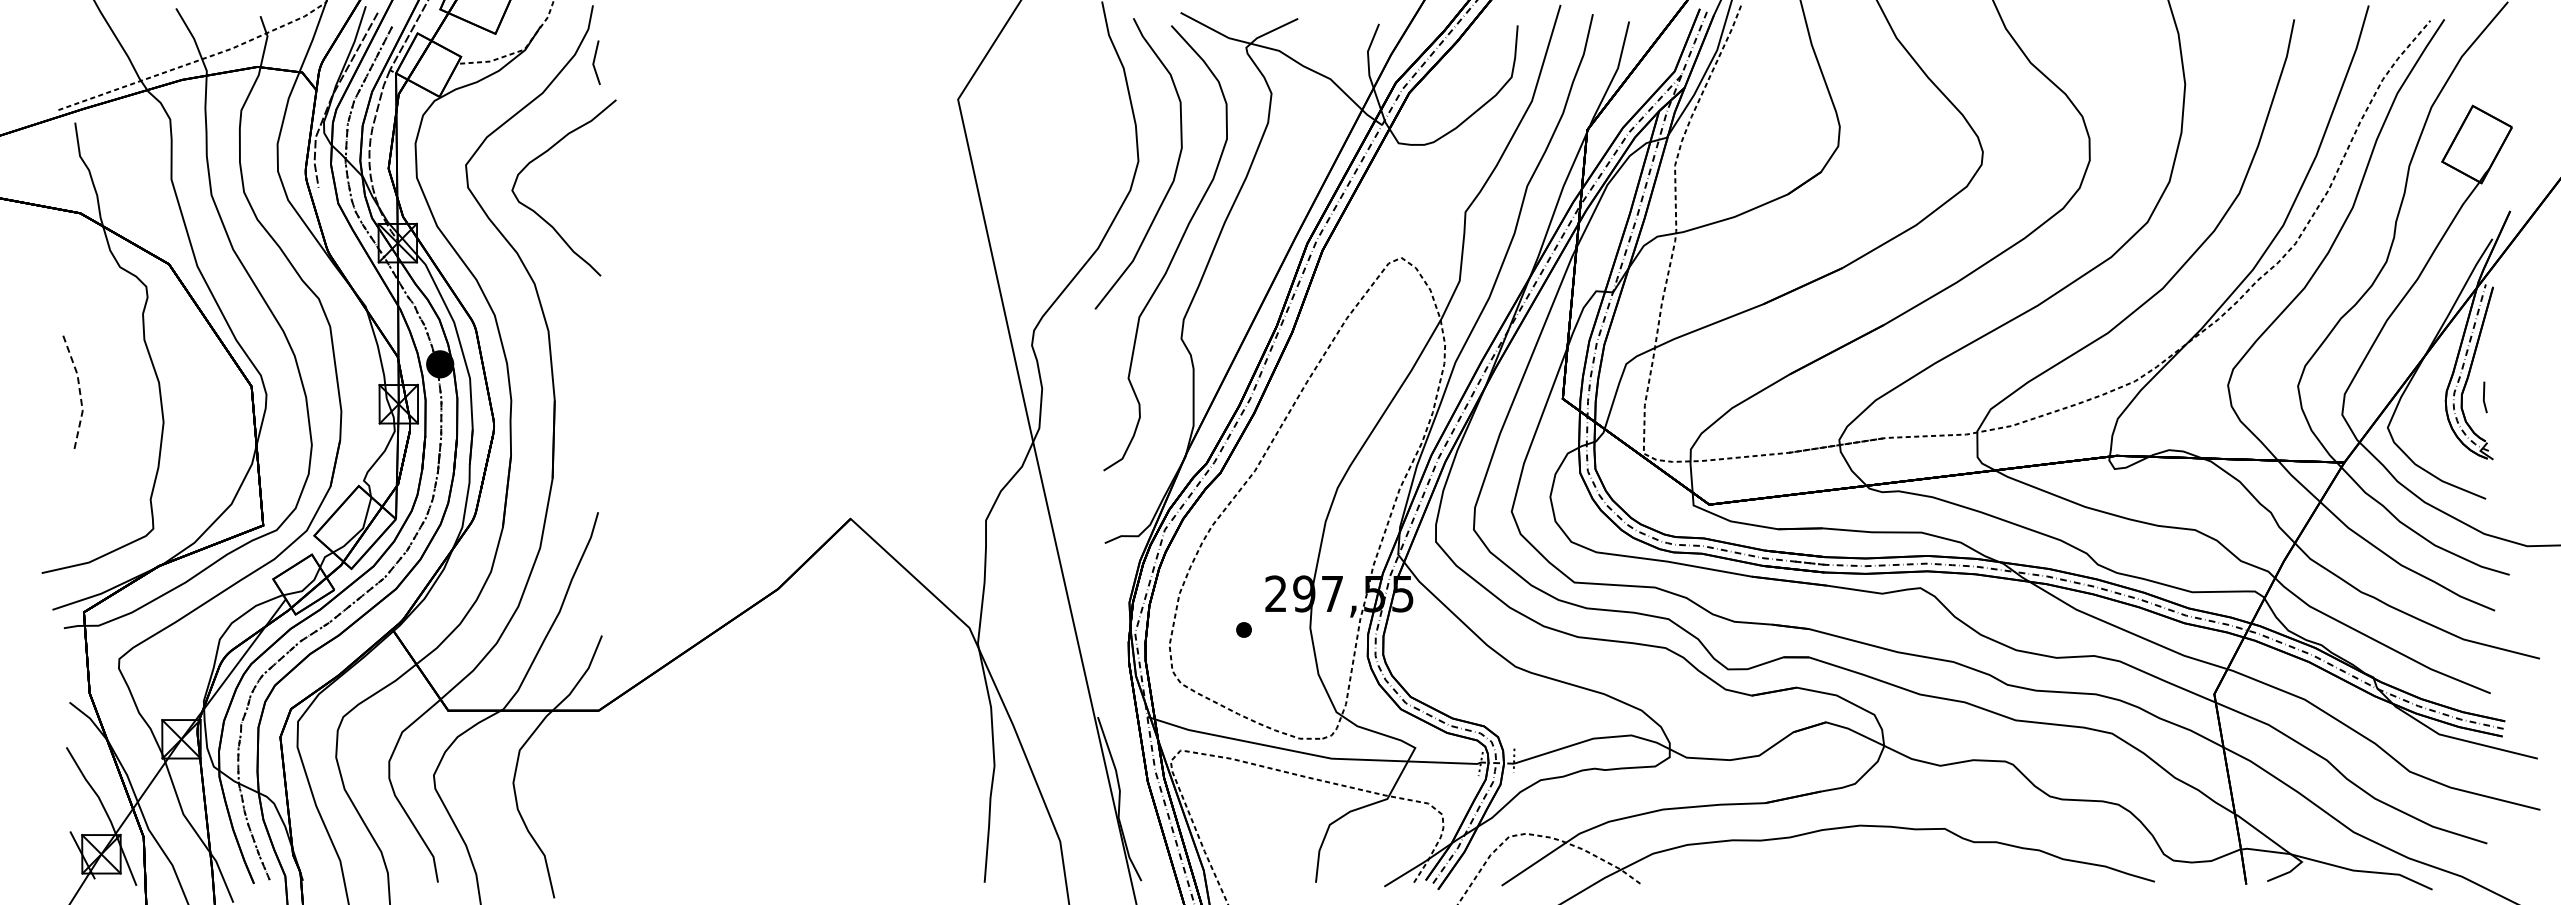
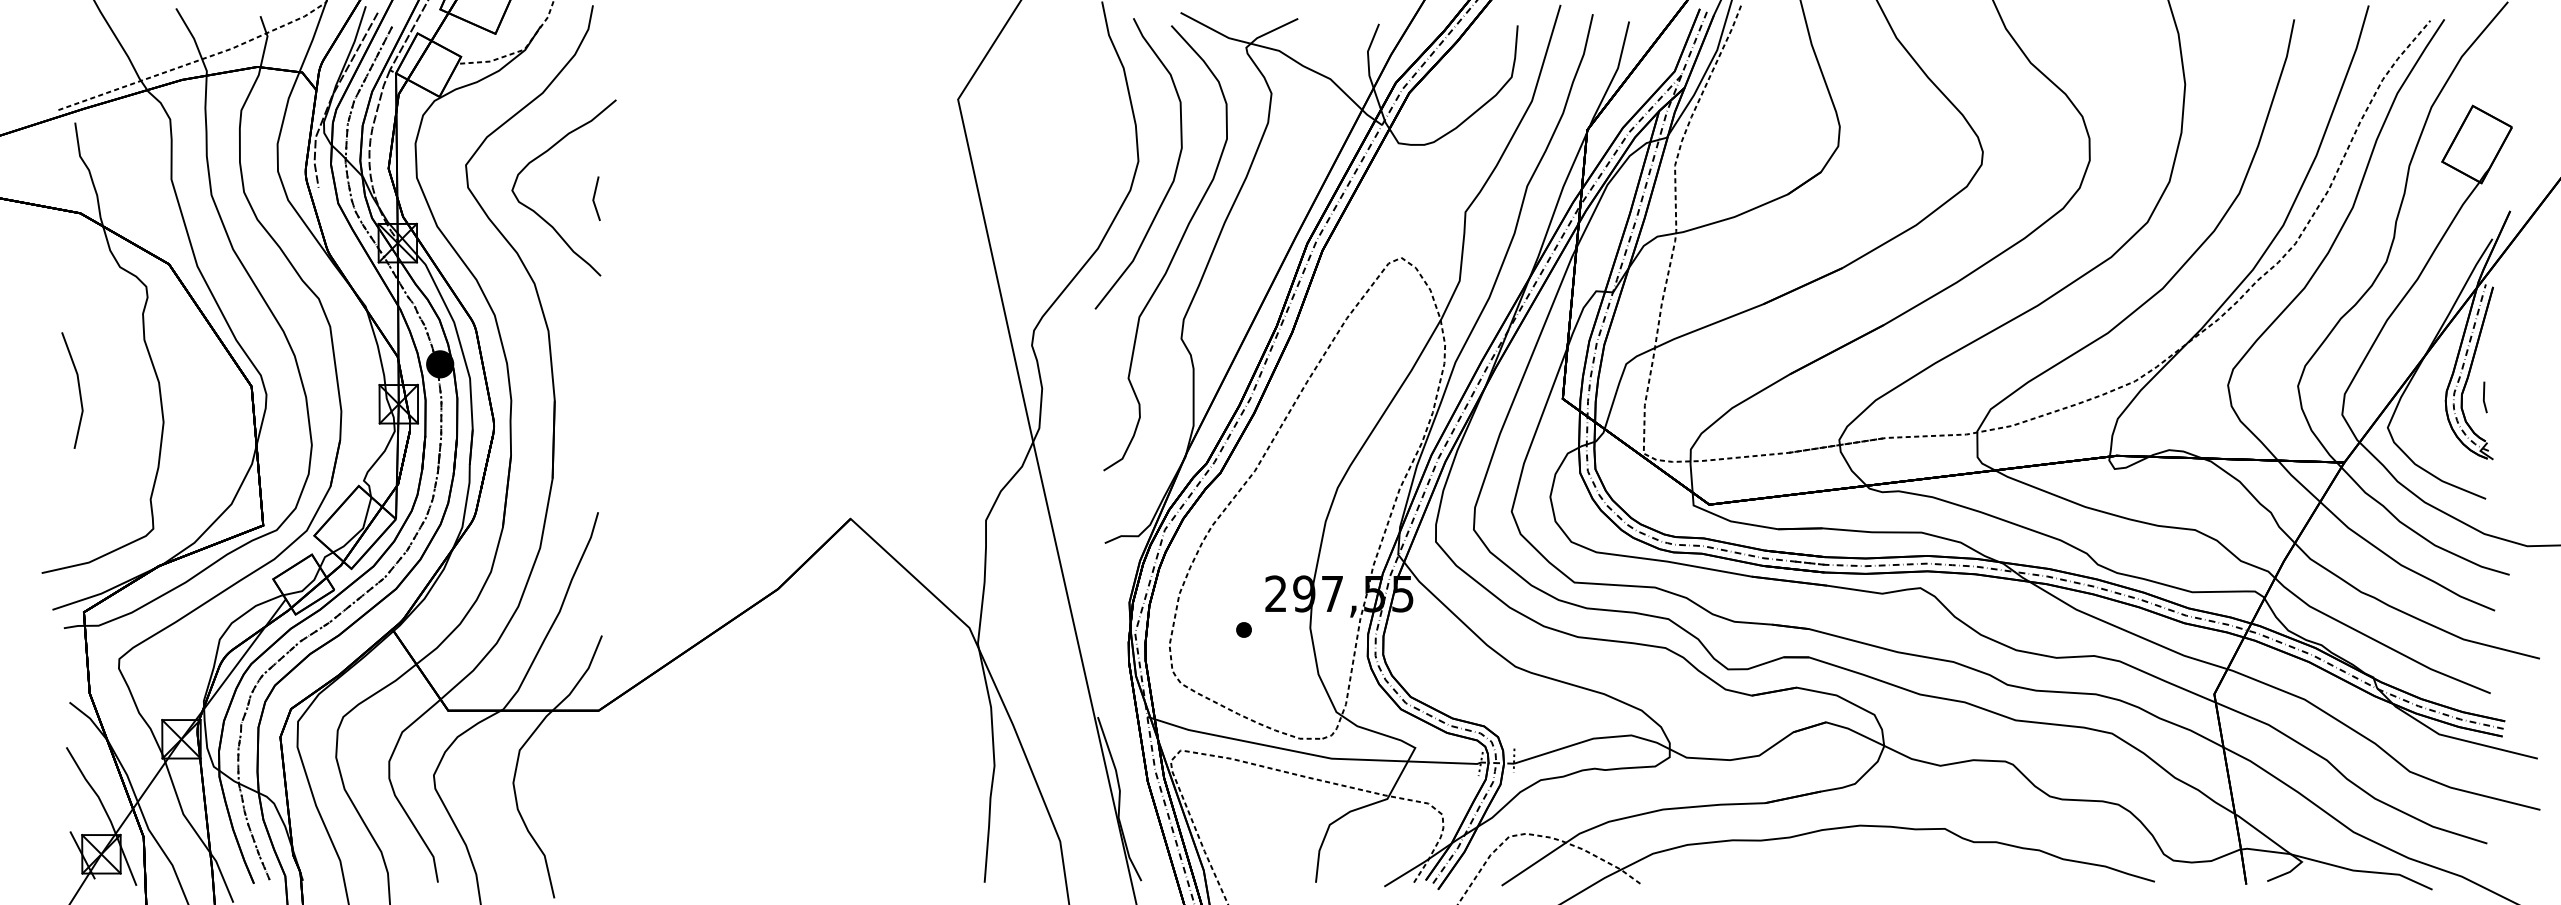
line at (594, 62) position: (594, 62) -> (594, 198)
line at (79, 389): dashed -> solid
